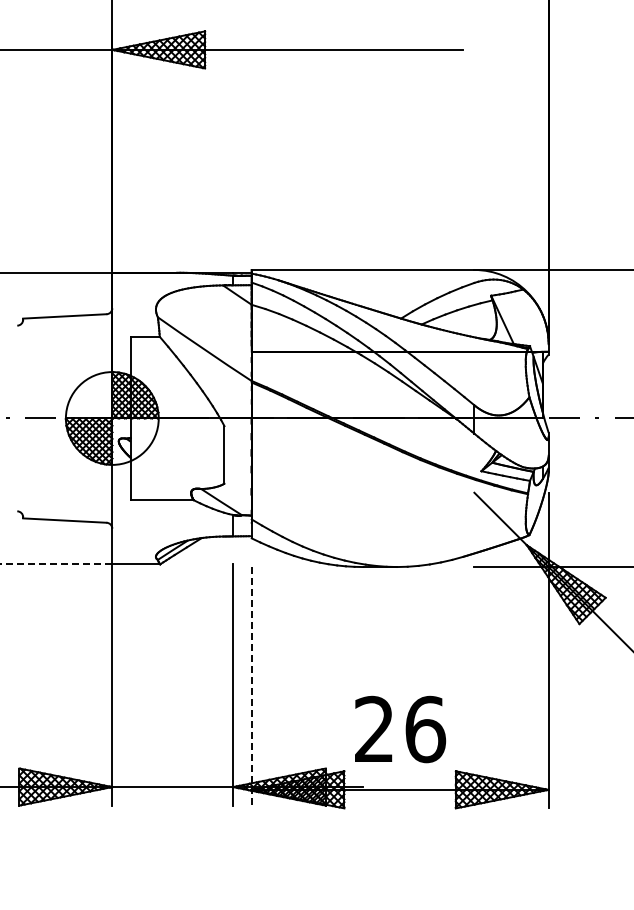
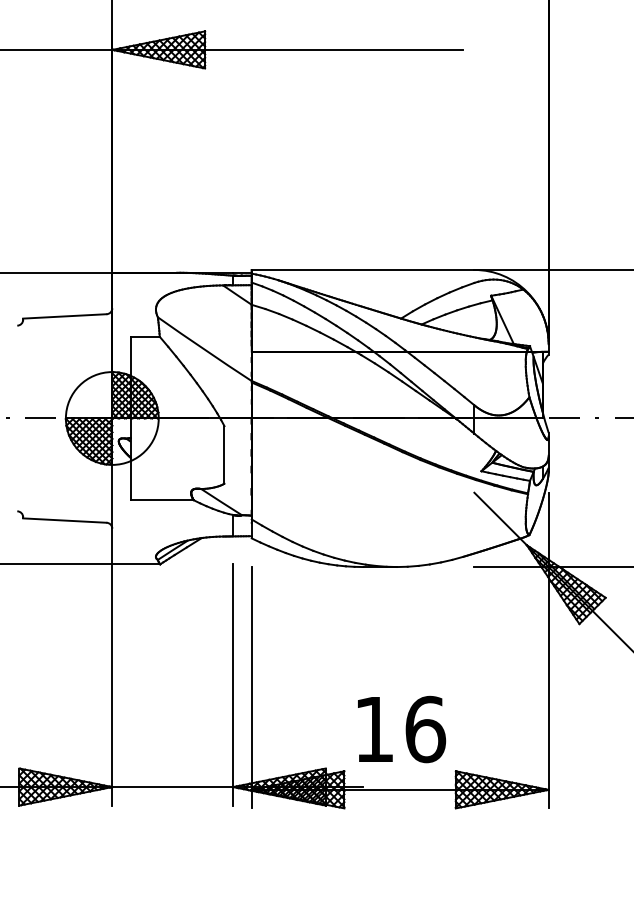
line at (56, 564): dashed -> solid
line at (251, 687): dashed -> solid
text at (373, 728): 26 -> 16
